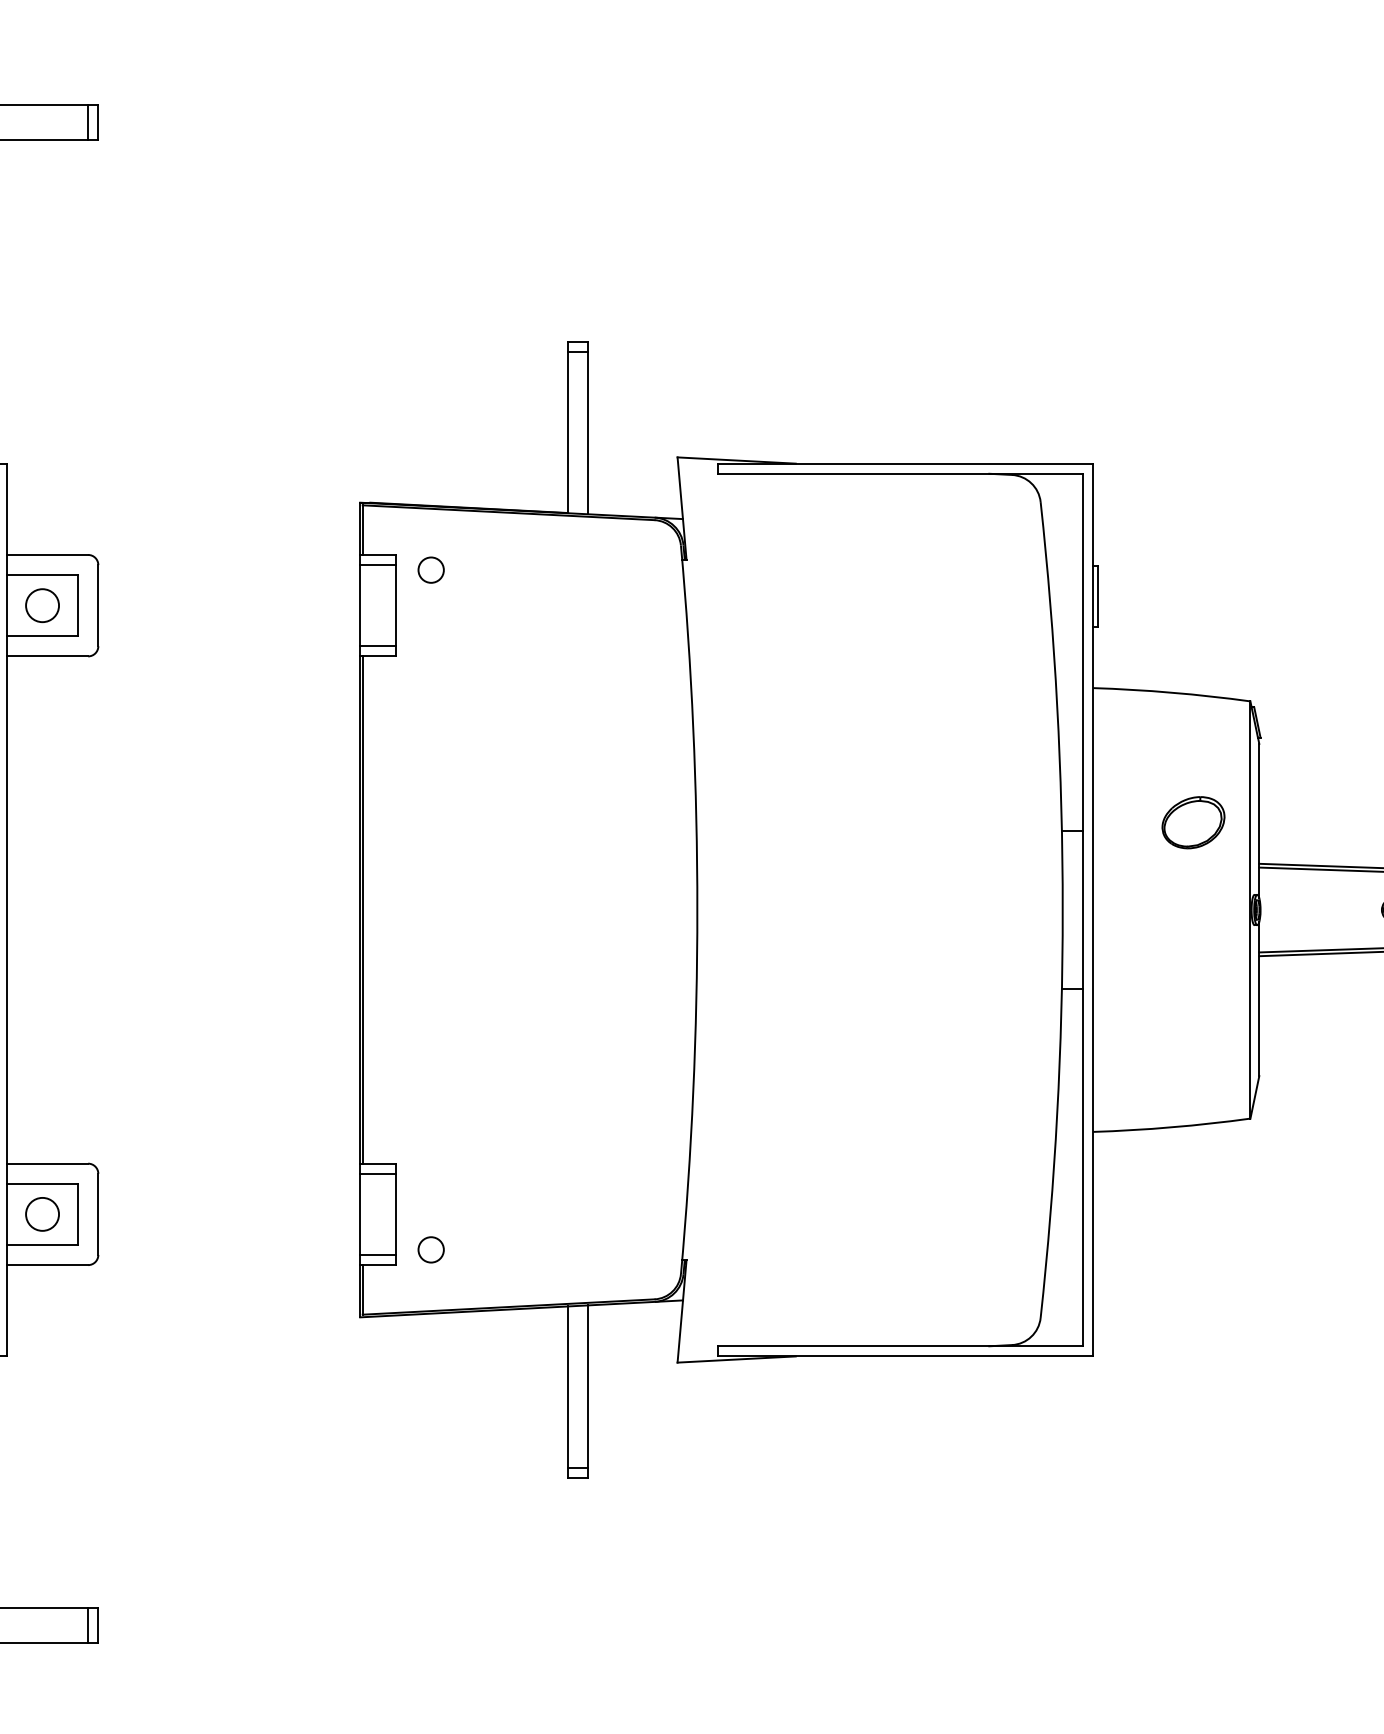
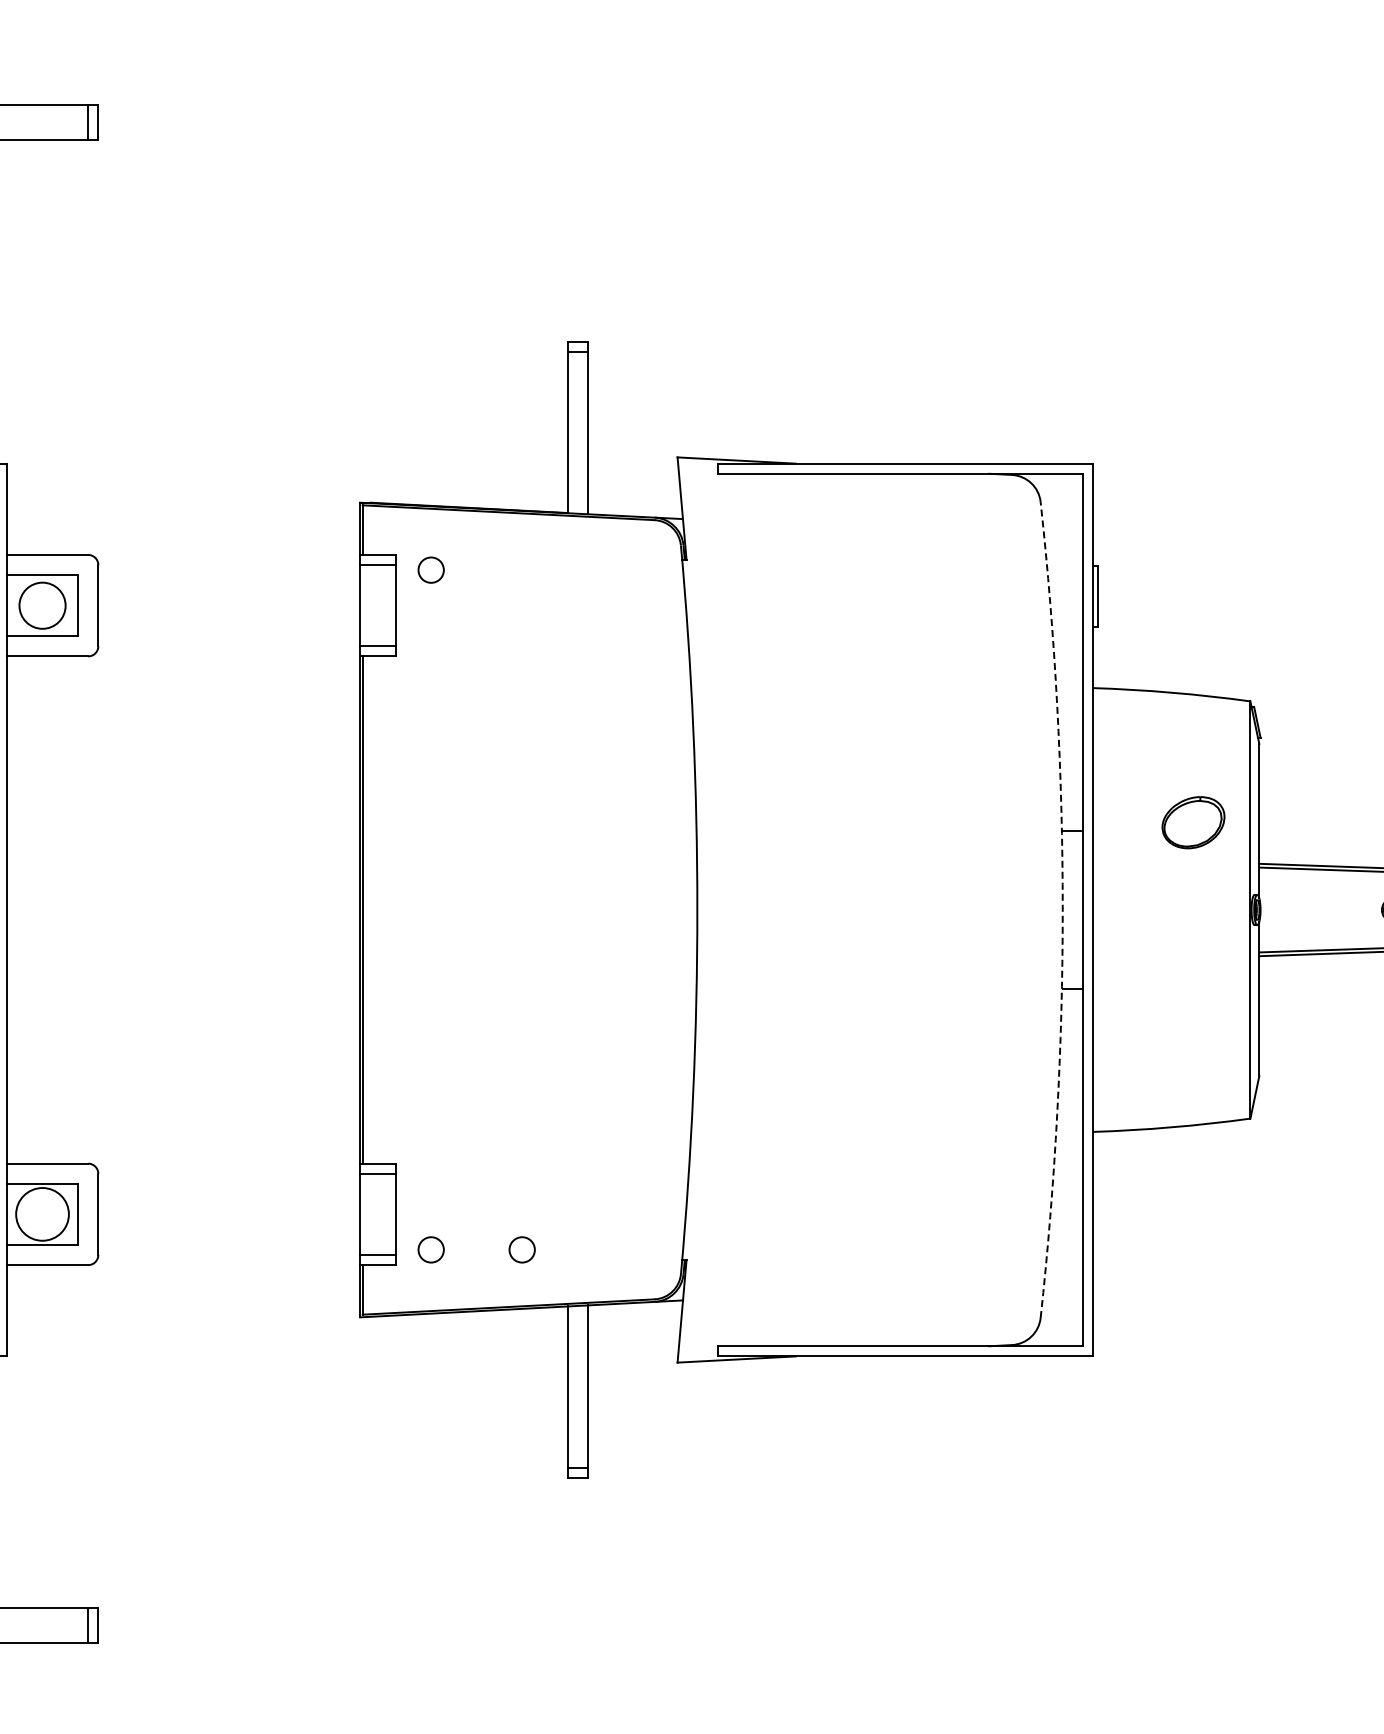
circle at (42, 605) size: 35x35 px -> 49x49 px
arc at (1062, 910): solid -> dashed
circle at (42, 1213) diameter: 33 px -> 53 px
circle at (521, 1249): none -> present
